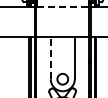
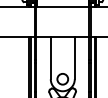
line at (62, 7): dashed -> solid
line at (50, 57): dashed -> solid
